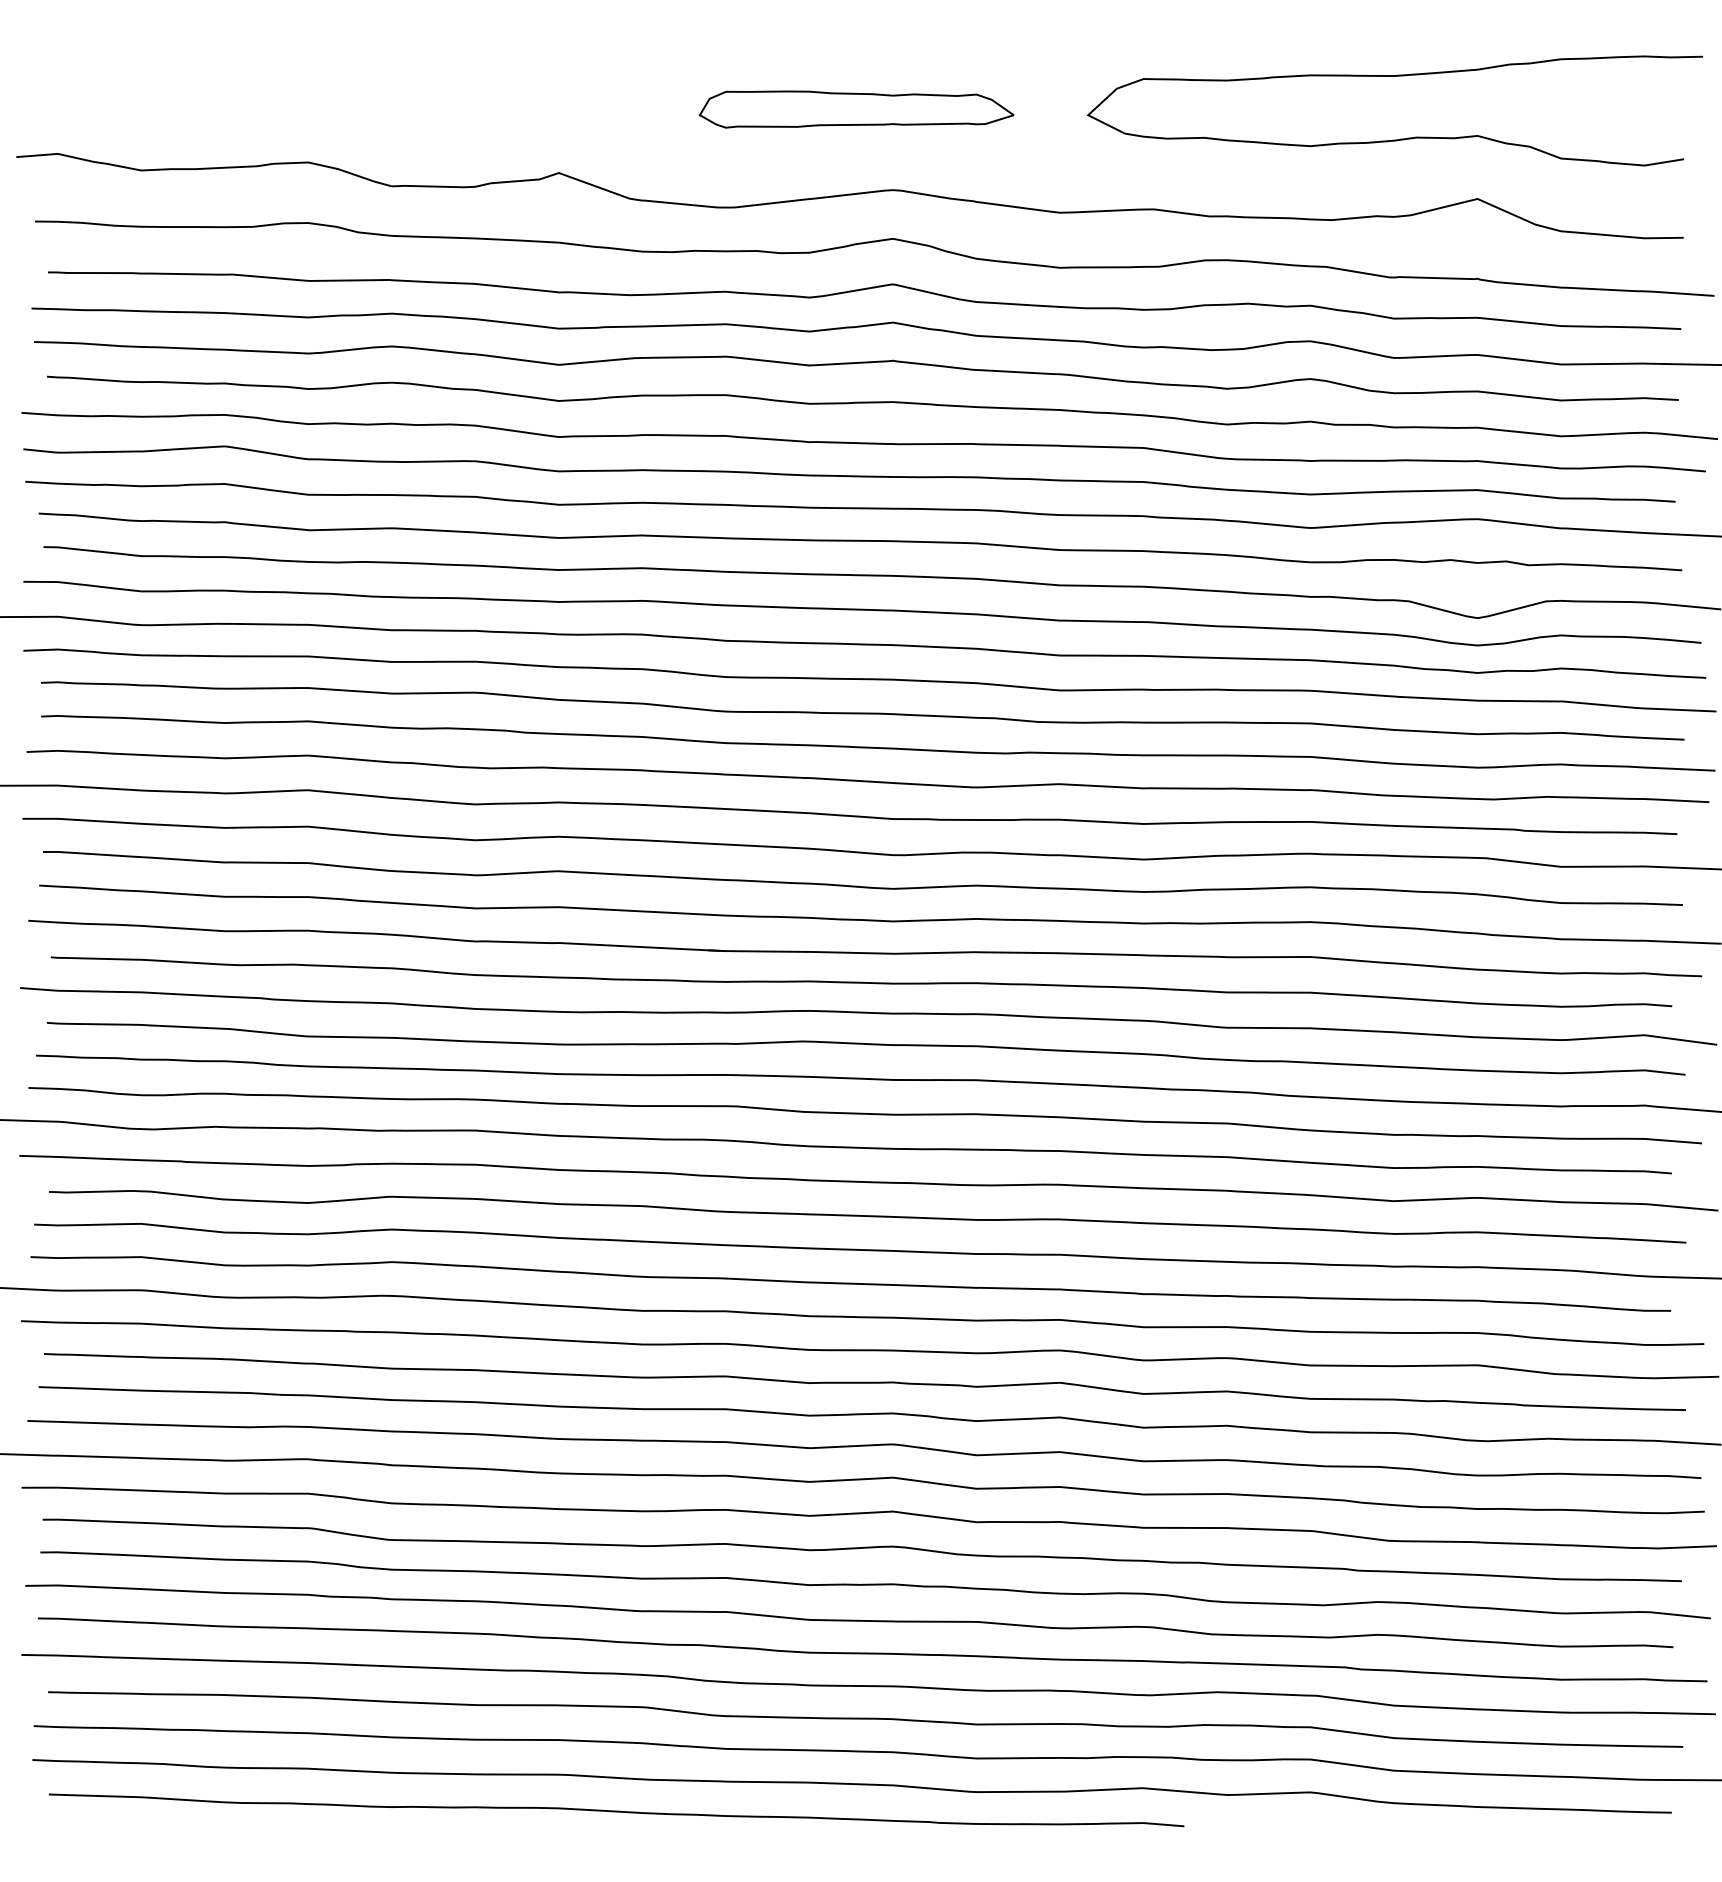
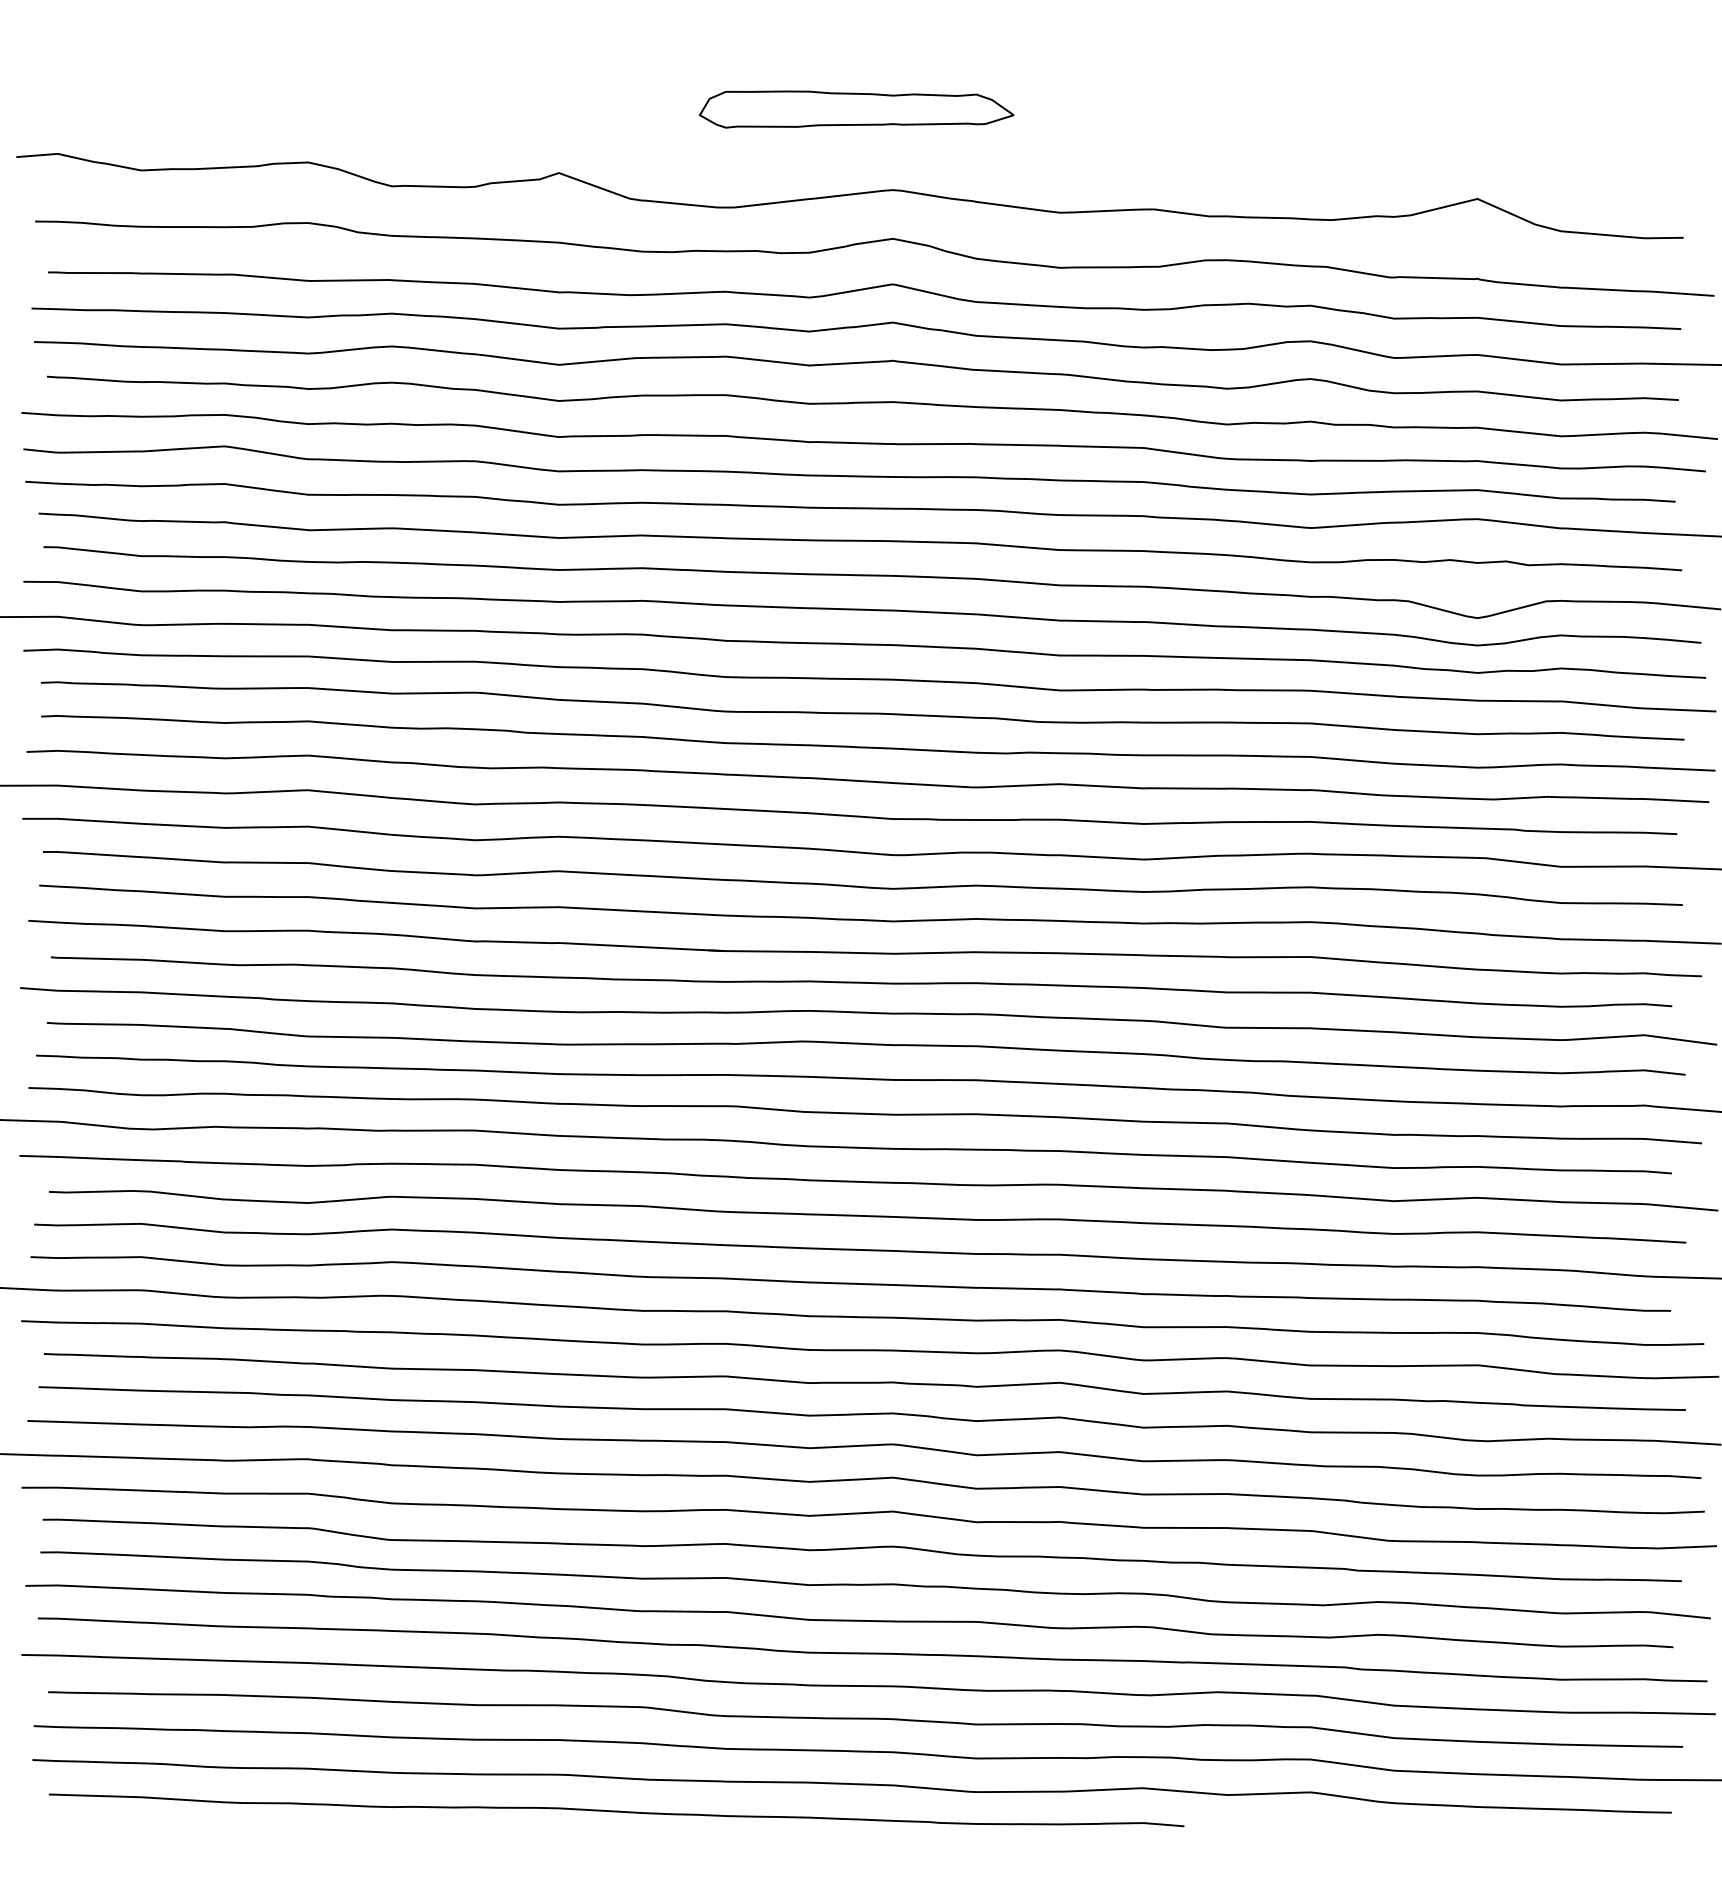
curve at (1400, 138): present -> none
